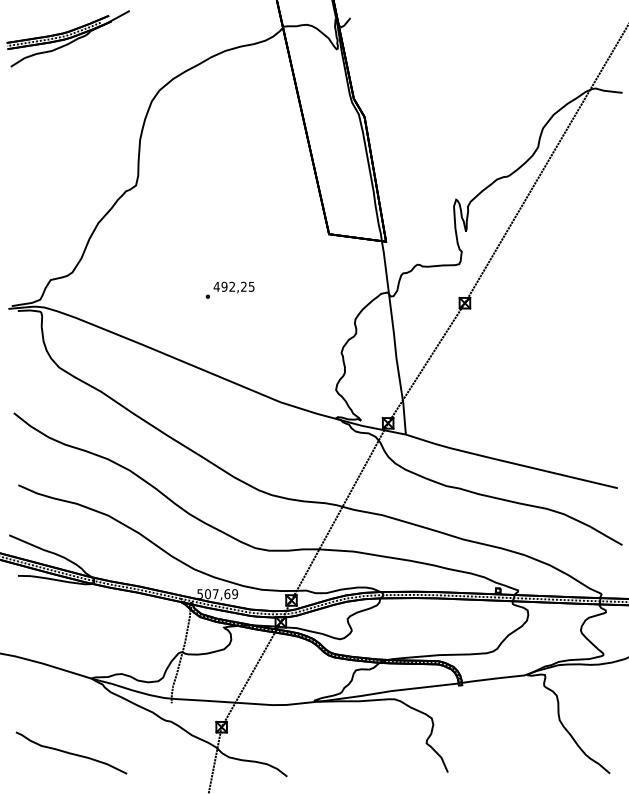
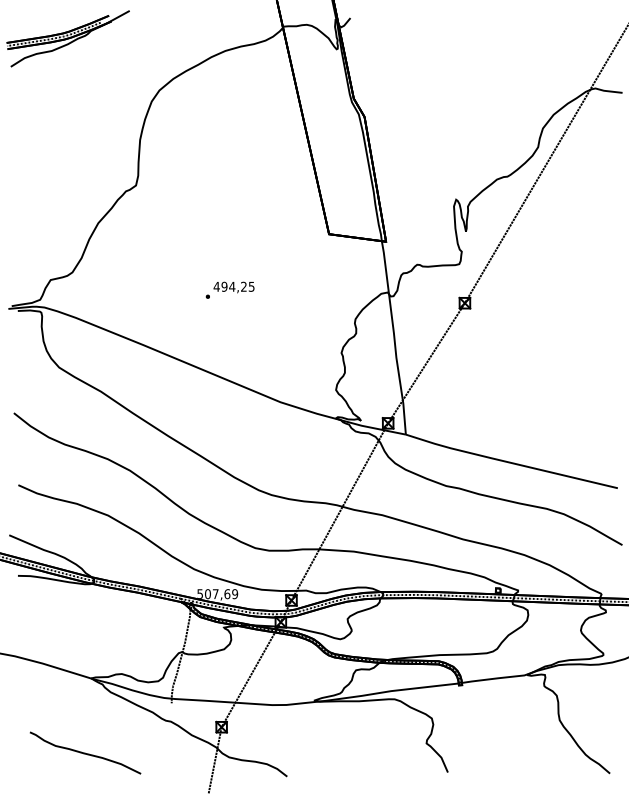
text at (232, 286): 492,25 -> 494,25
curve at (71, 752) position: (71, 752) -> (85, 752)
